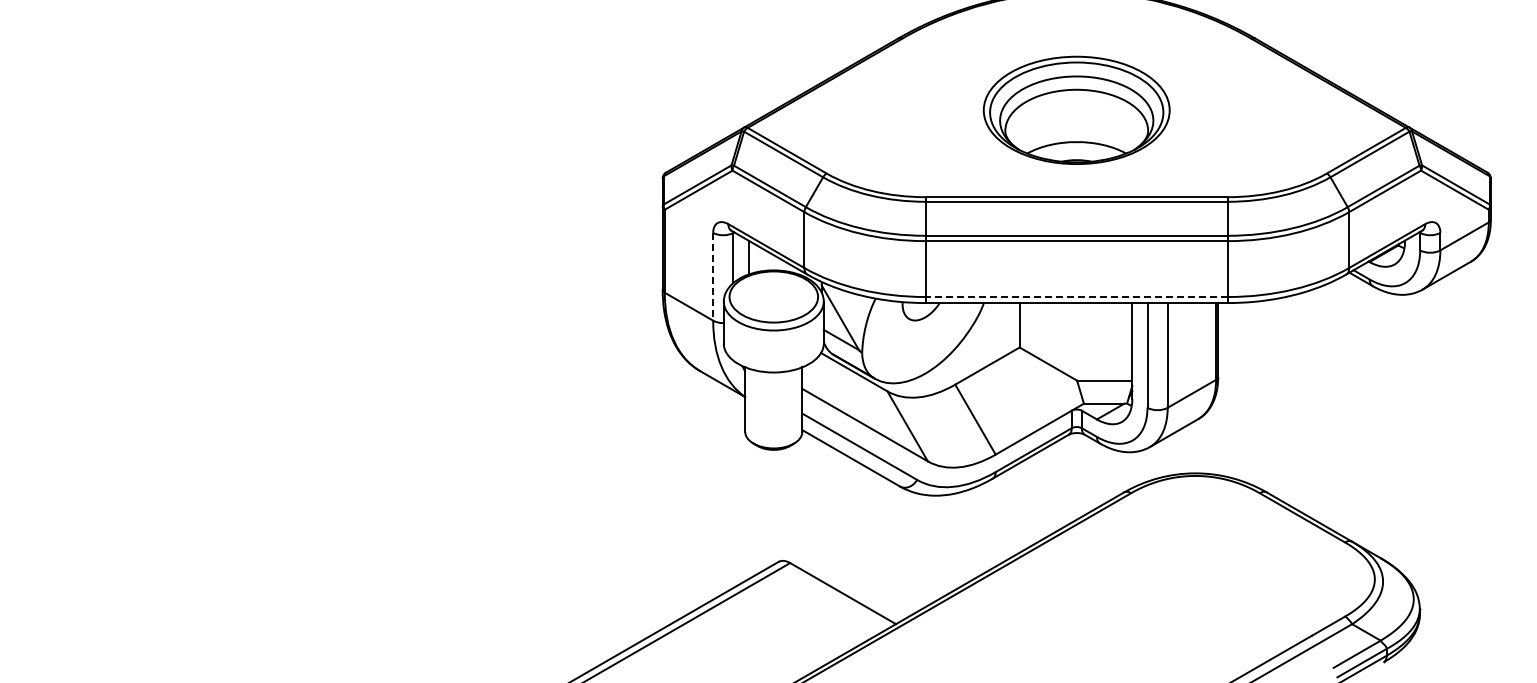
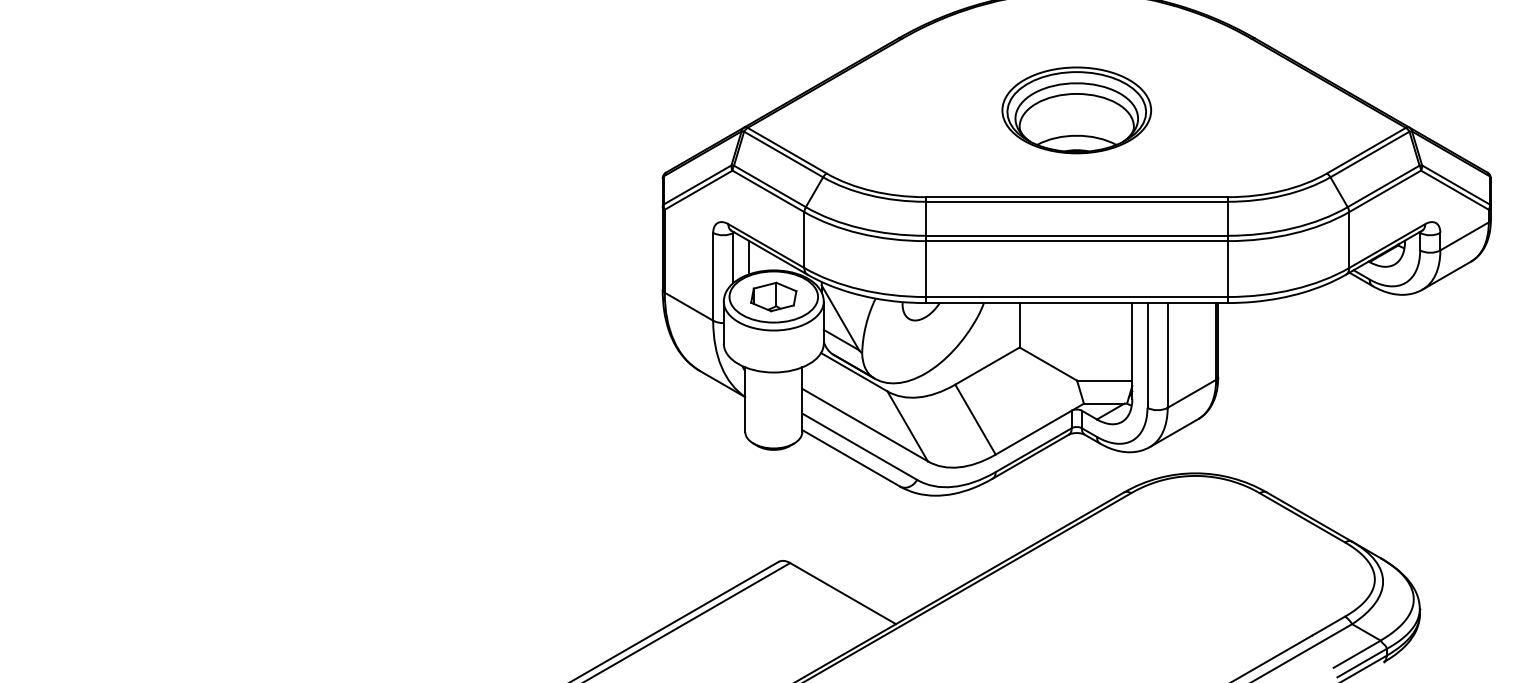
part at (1076, 109) size: 189x110 px -> 152x89 px
line at (713, 276): dashed -> solid
part at (773, 296): none -> present
line at (1076, 297): dashed -> solid
